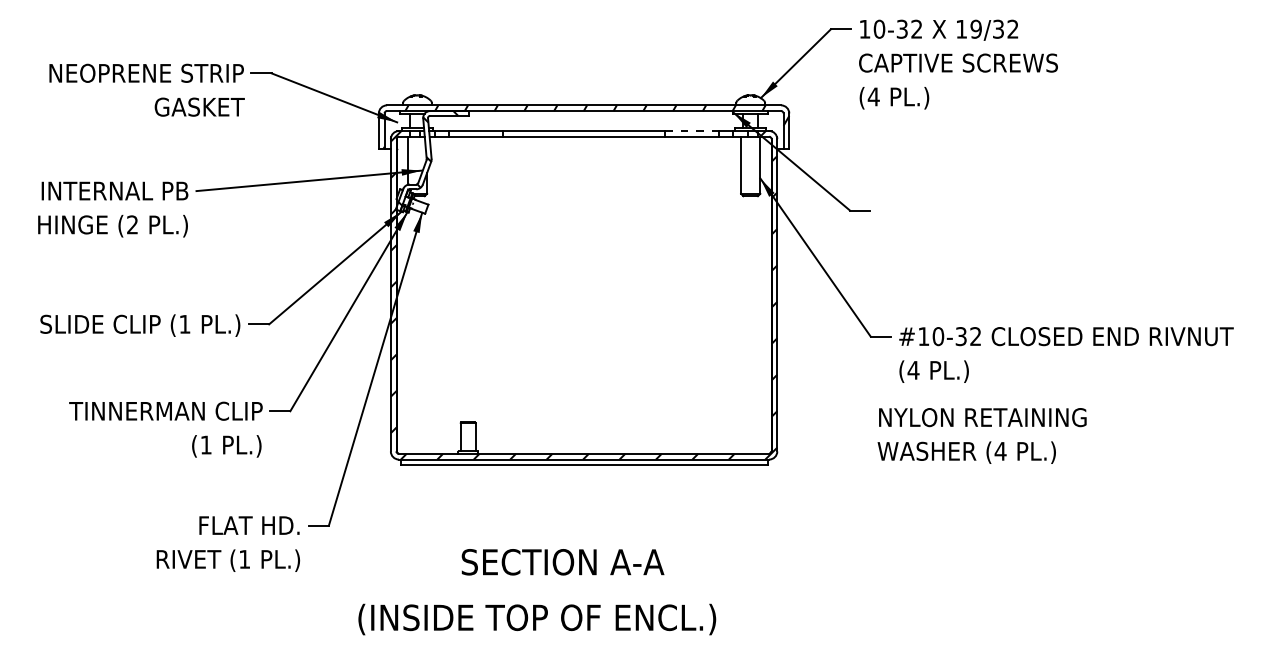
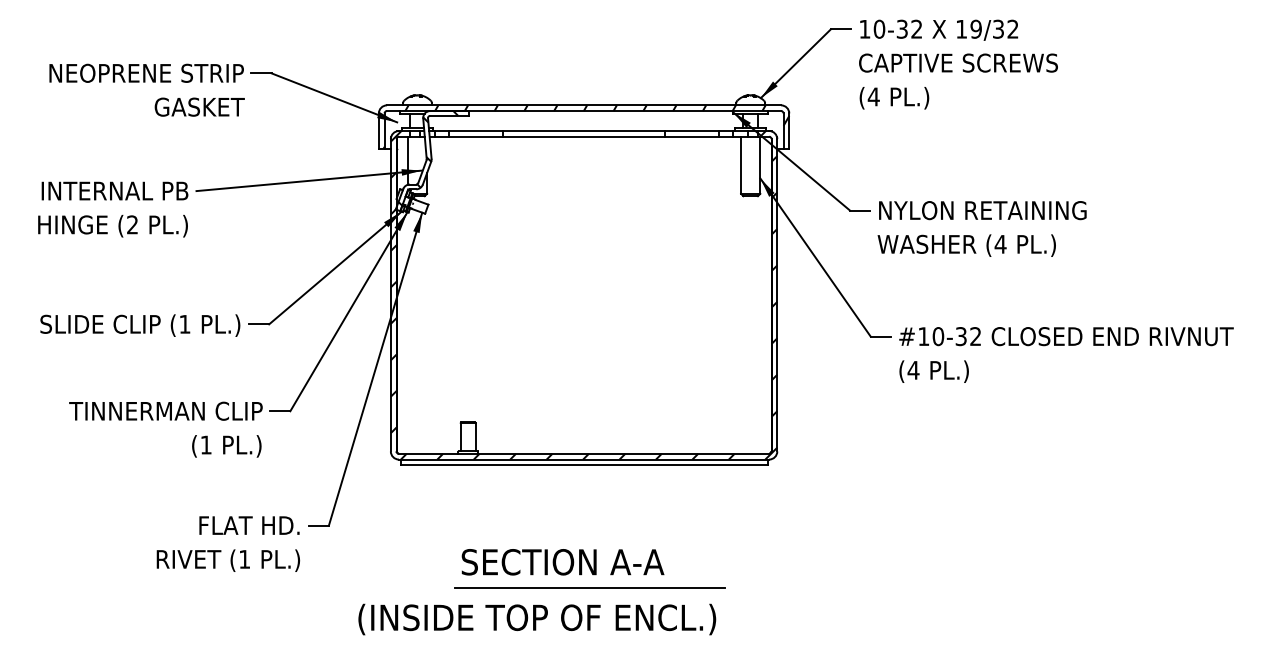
line at (691, 131): dashed -> solid
text at (981, 435) position: (981, 435) -> (981, 228)
line at (589, 588): none -> present
